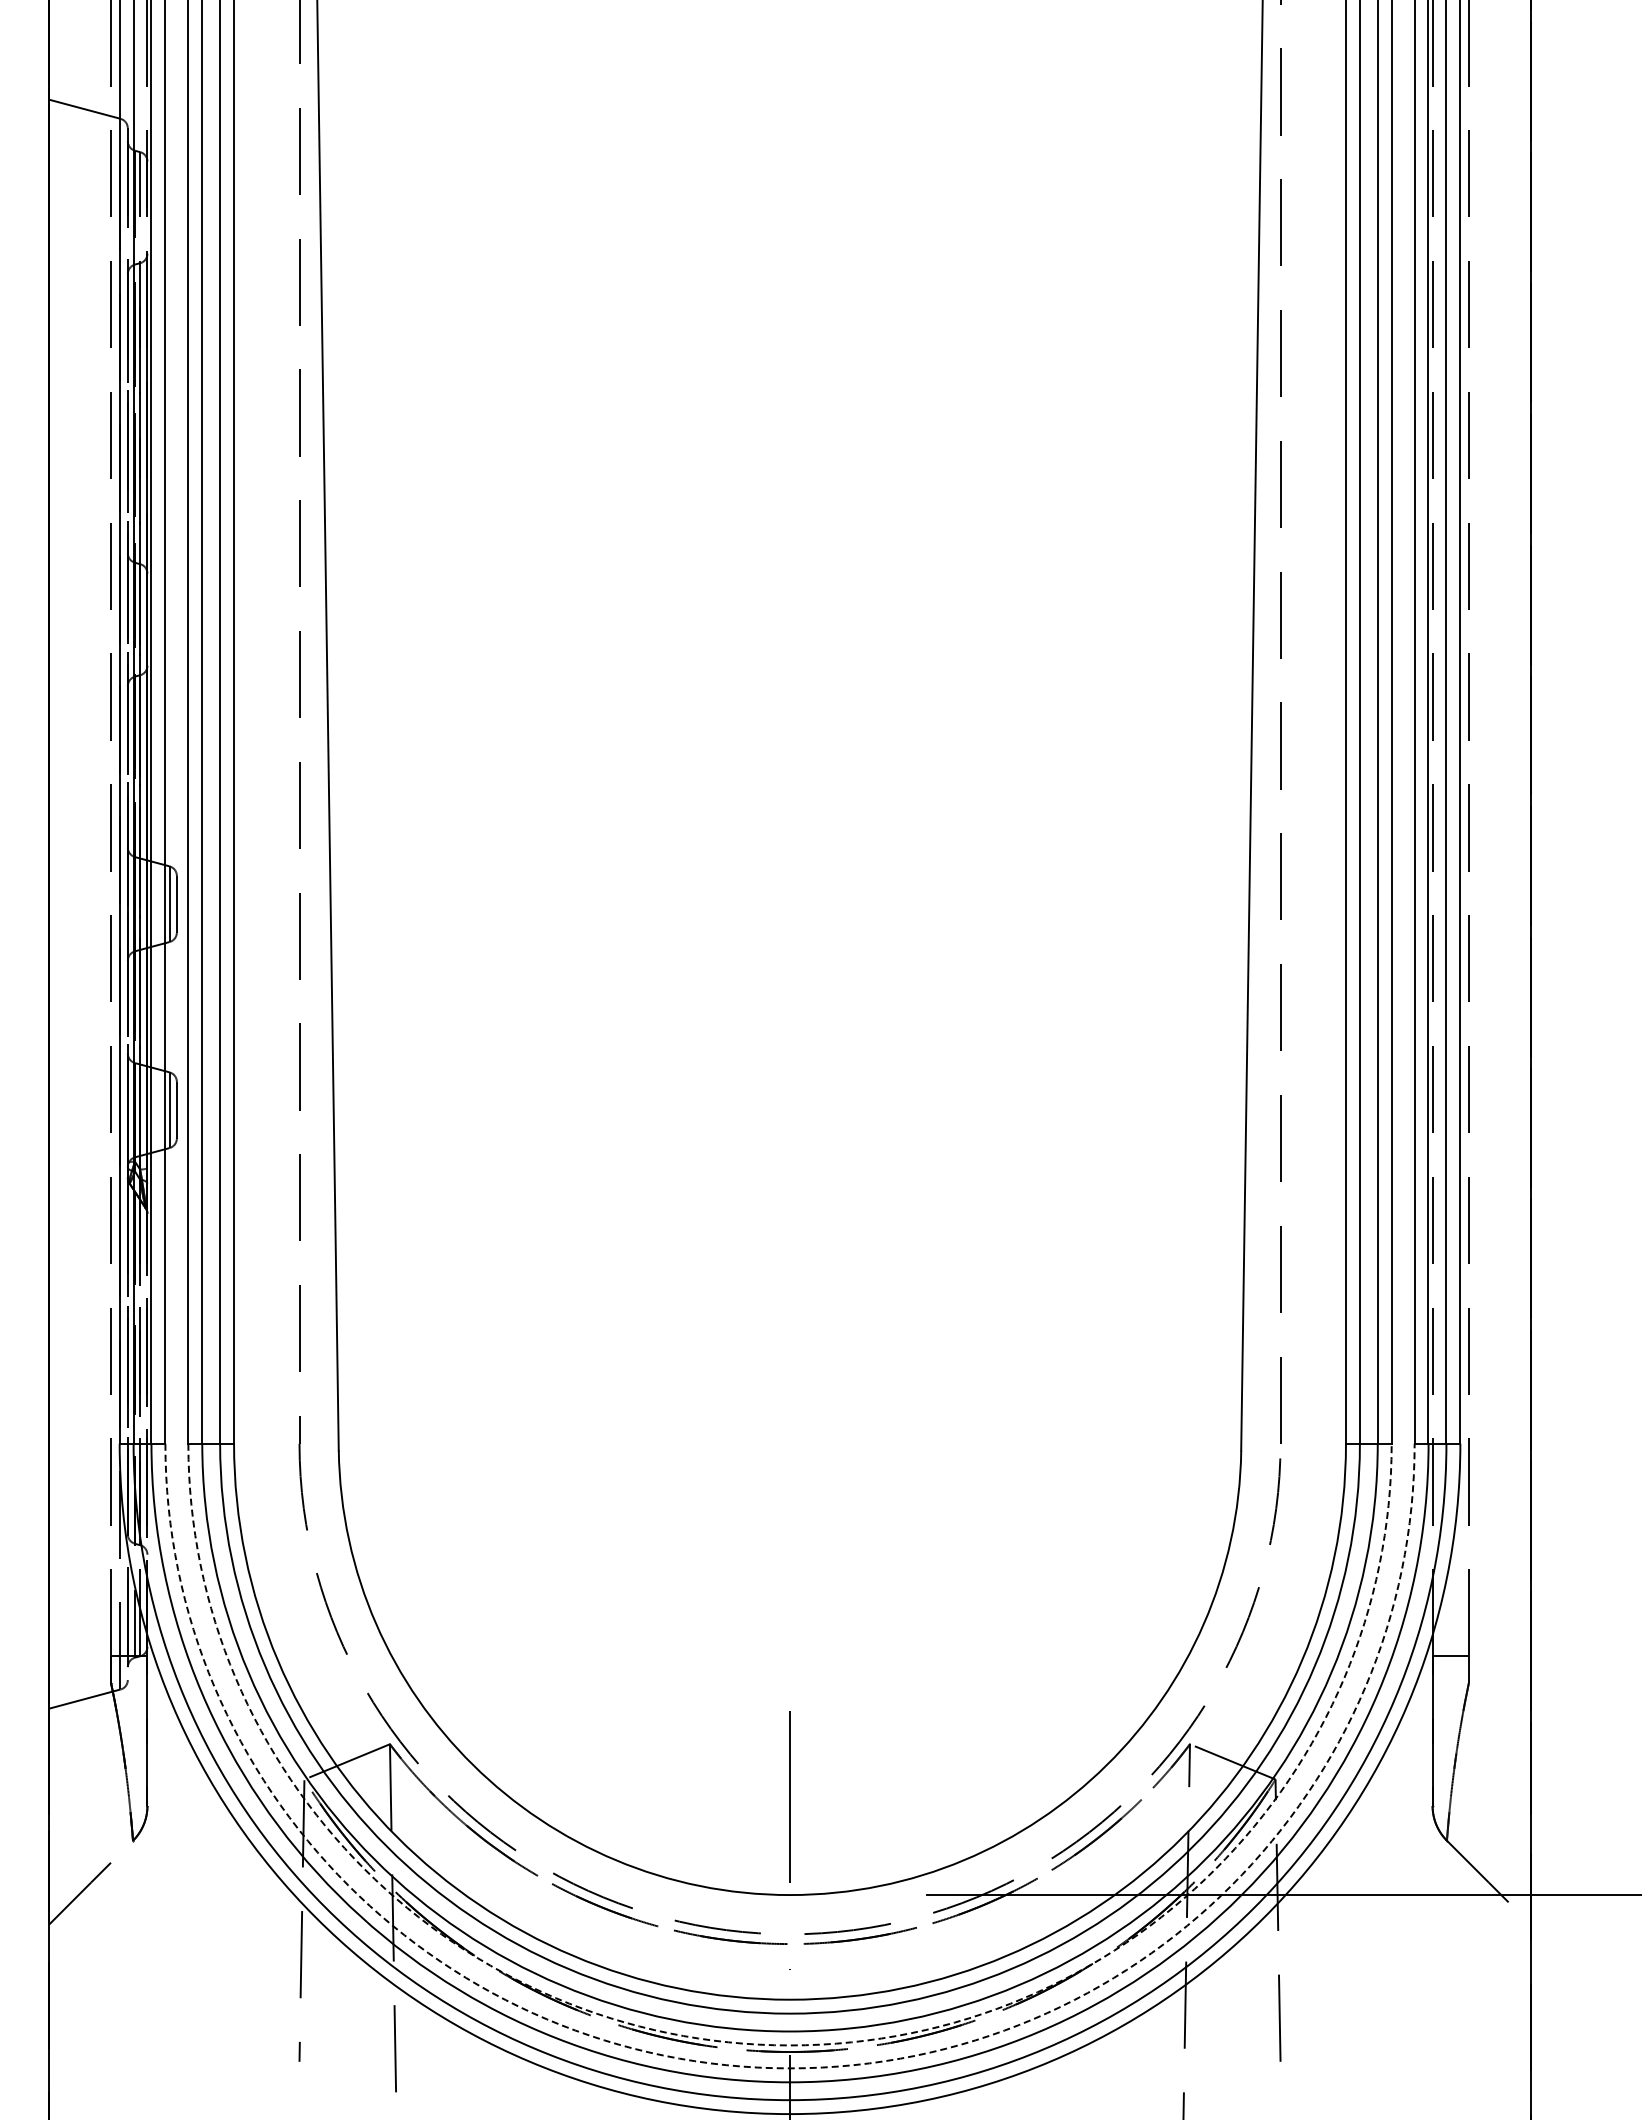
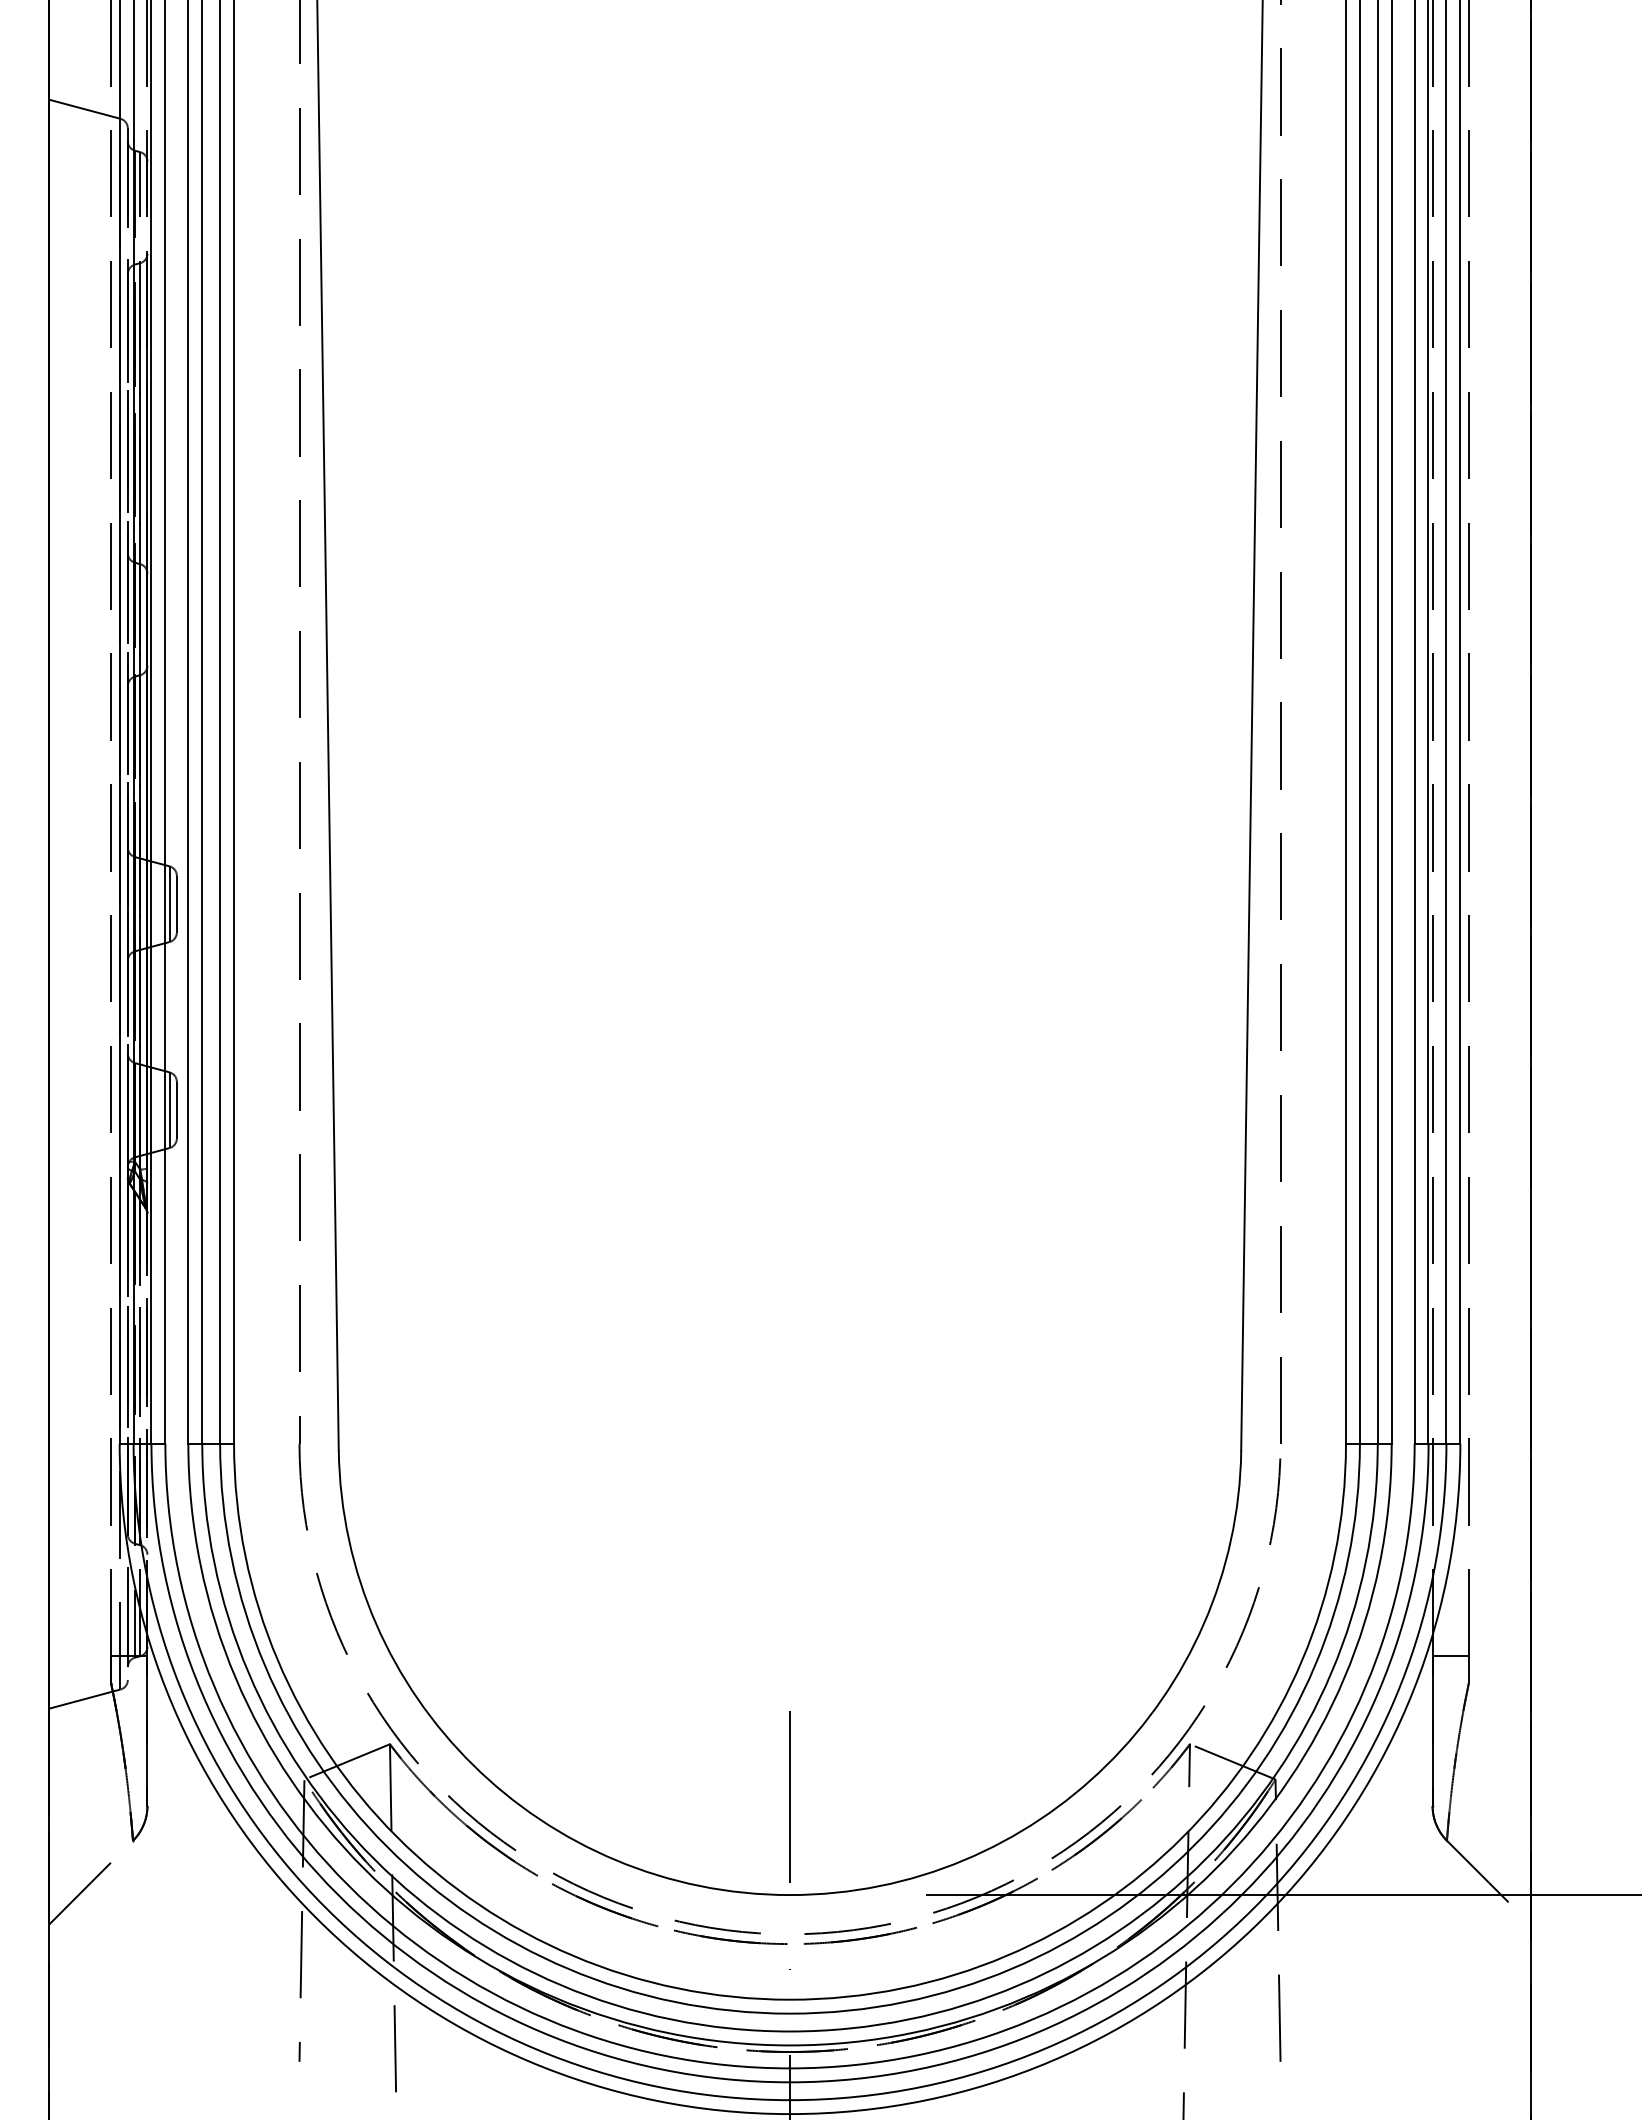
arc at (790, 2045): dashed -> solid
arc at (790, 2068): dashed -> solid
